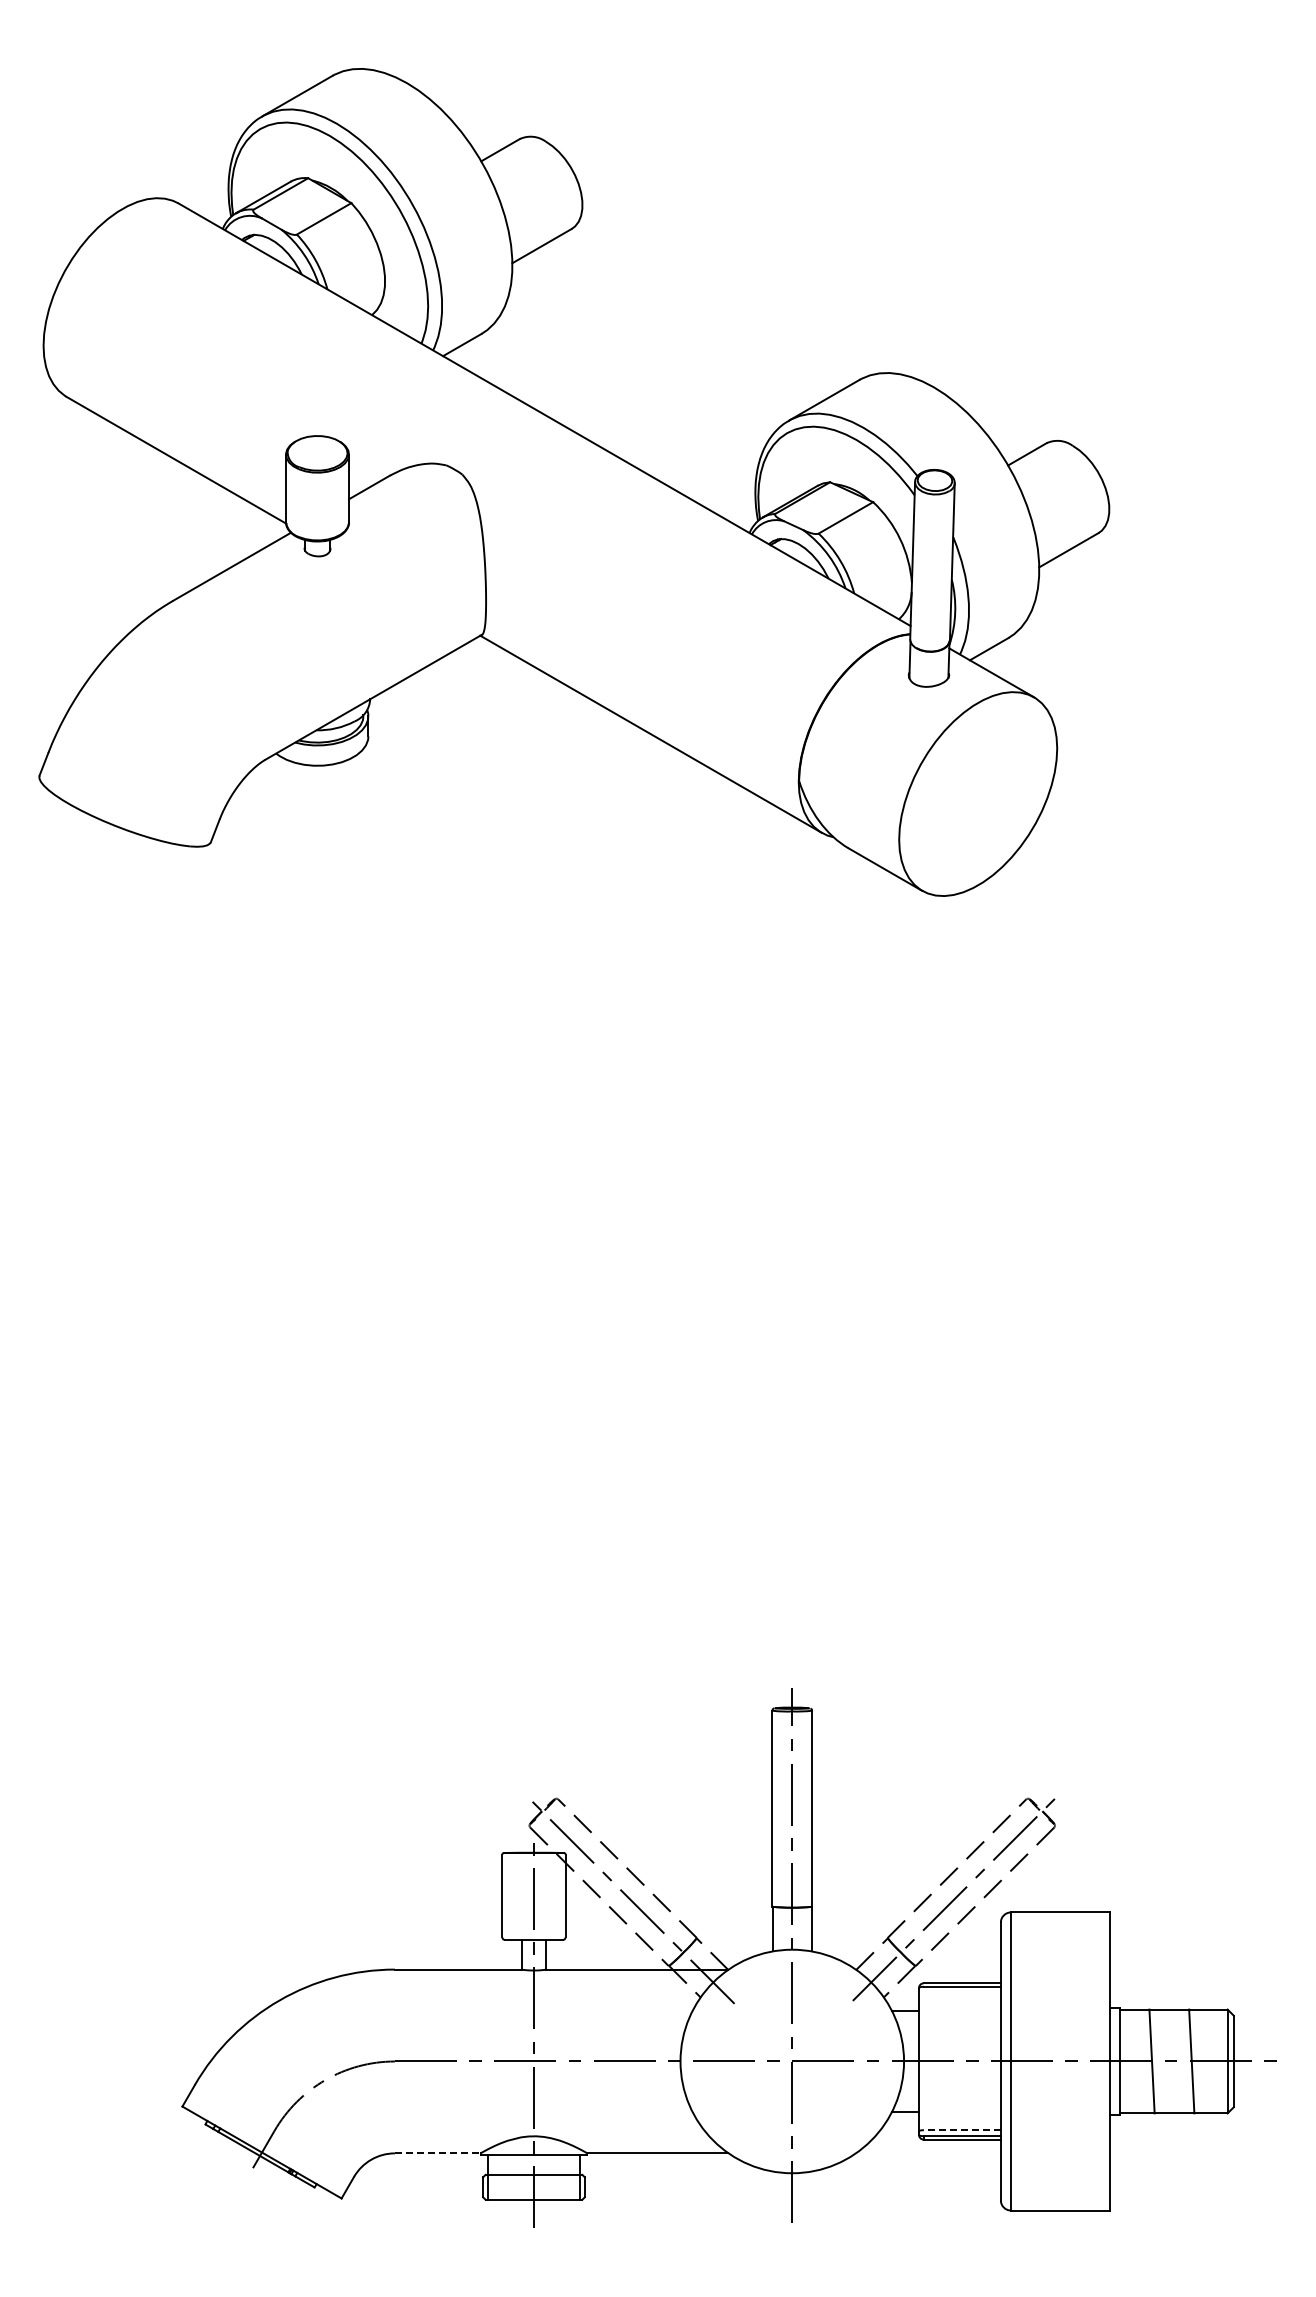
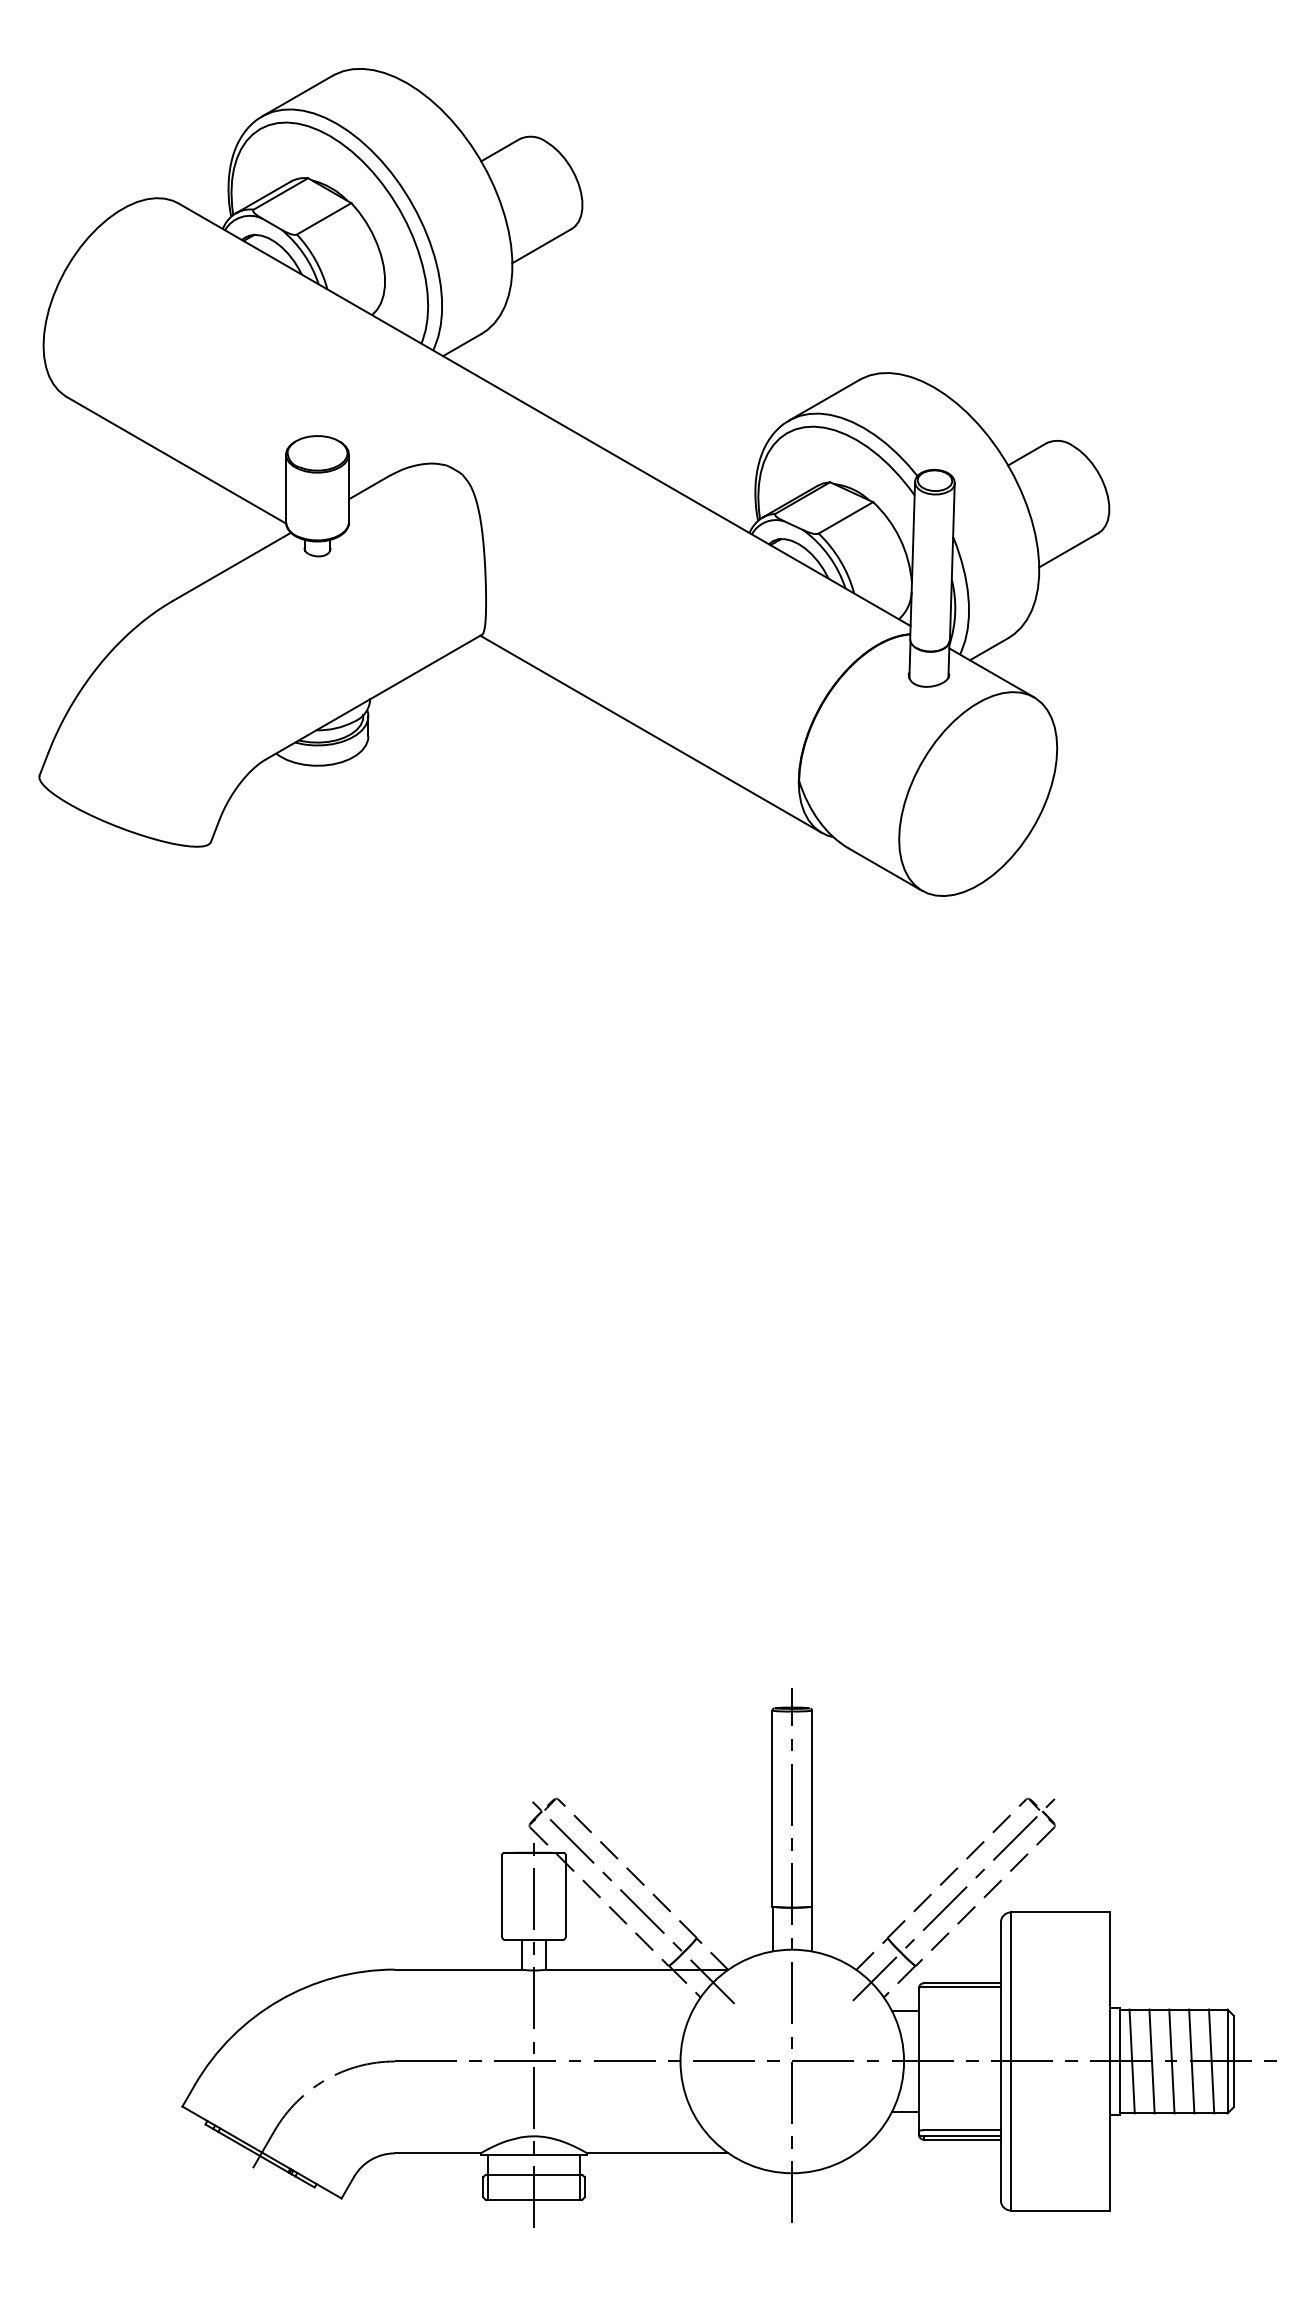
line at (1131, 2061): none -> present
line at (1171, 2061): none -> present
line at (1211, 2061): none -> present
line at (961, 2130): dashed -> solid
line at (437, 2153): dashed -> solid
